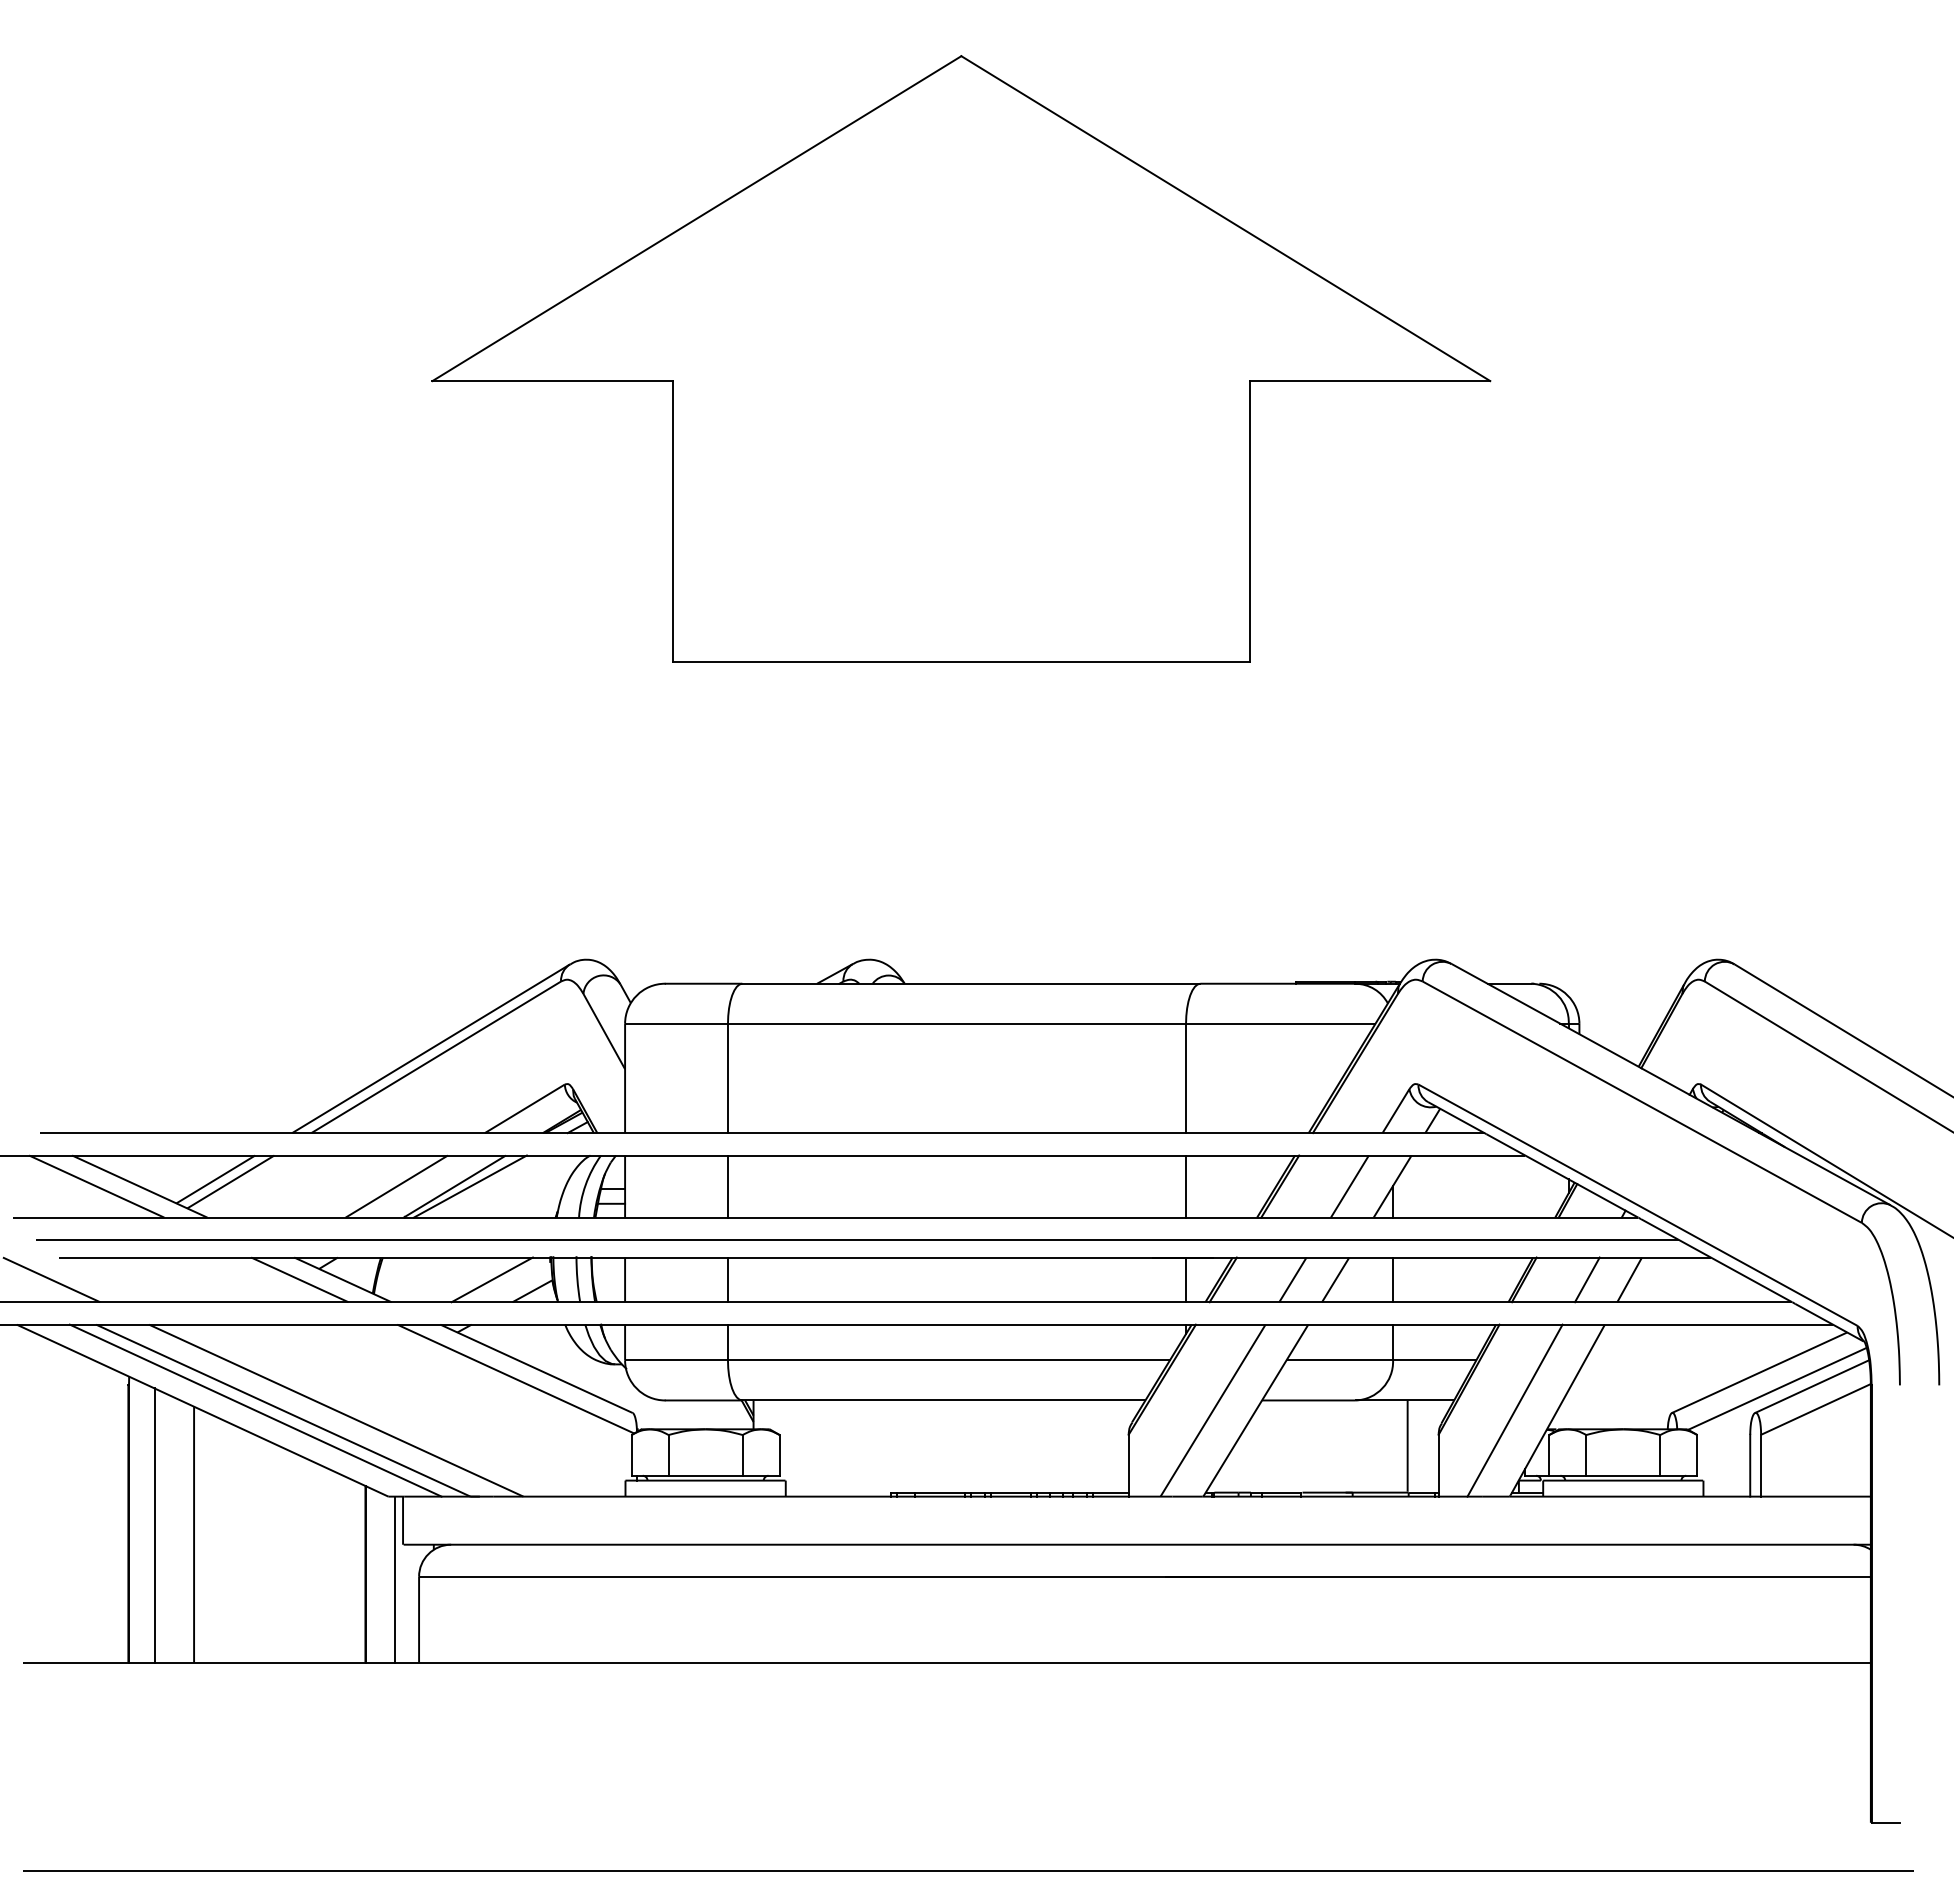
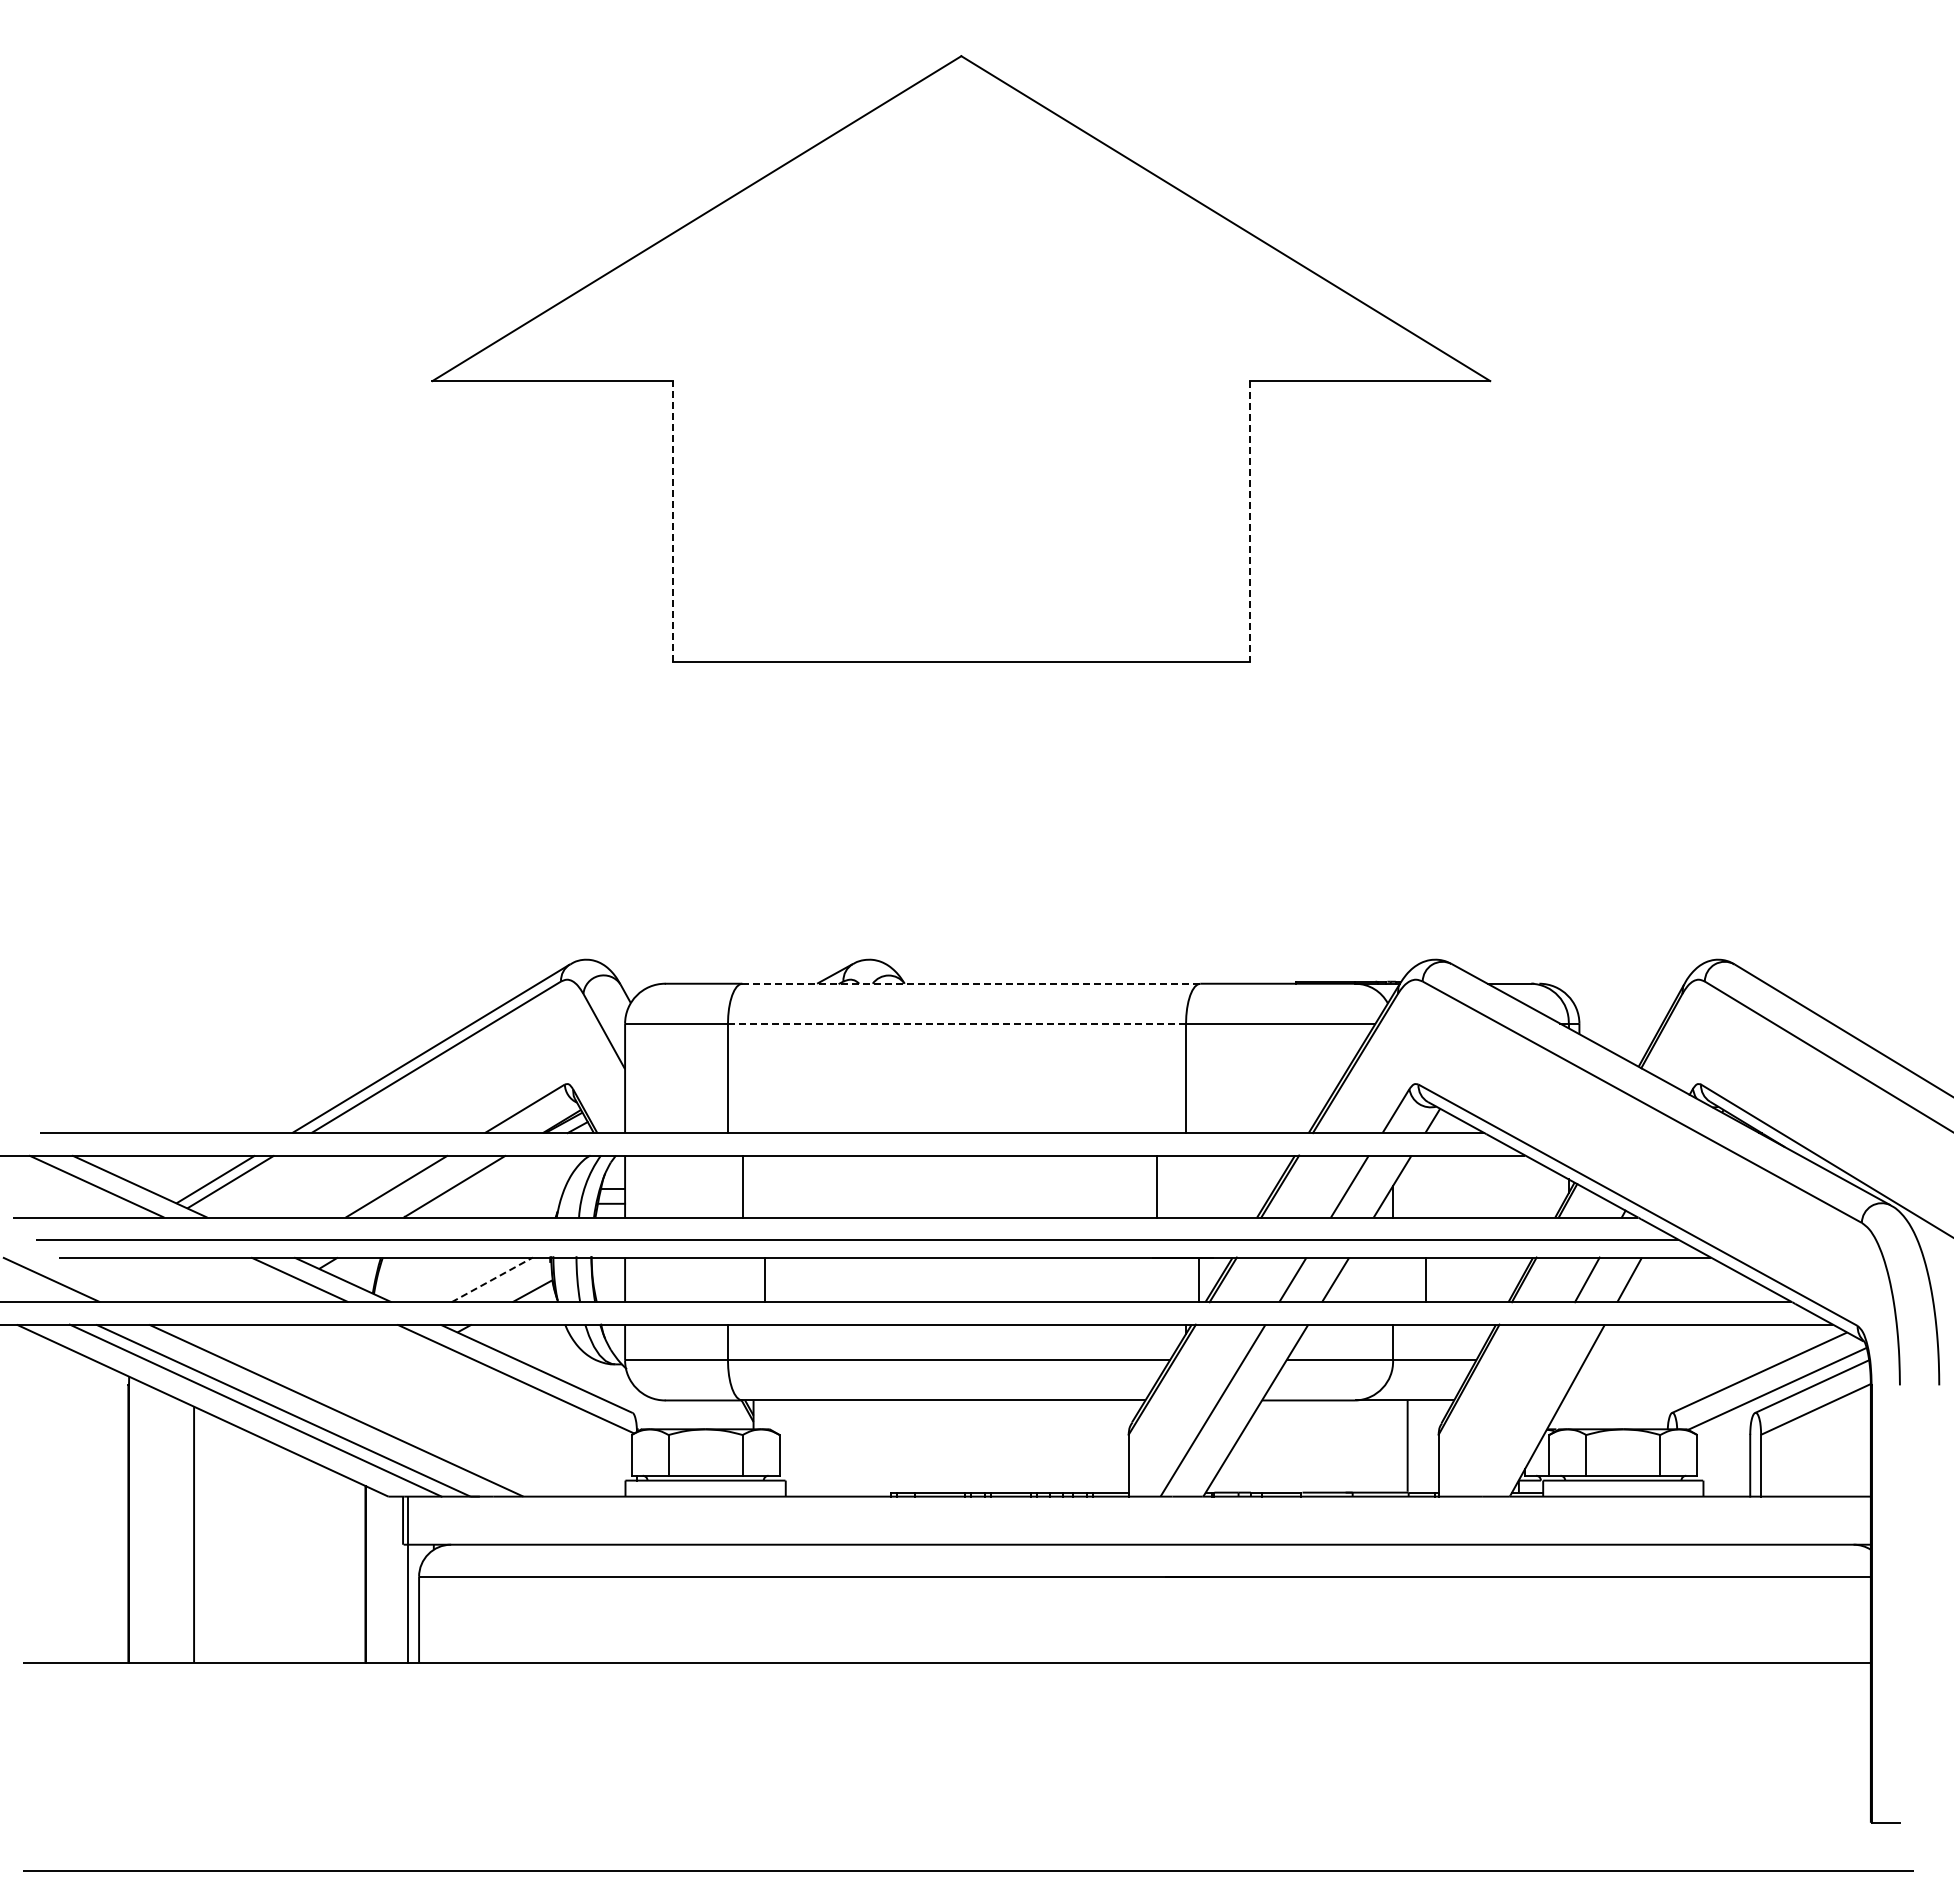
line at (672, 521): solid -> dashed
line at (1249, 522): solid -> dashed
line at (970, 983): solid -> dashed
line at (956, 1023): solid -> dashed
line at (469, 1186): present -> none
line at (727, 1186) position: (727, 1186) -> (742, 1186)
line at (1186, 1186) position: (1186, 1186) -> (1157, 1186)
line at (492, 1279): solid -> dashed
line at (727, 1279) position: (727, 1279) -> (764, 1279)
line at (1186, 1279) position: (1186, 1279) -> (1199, 1279)
line at (1393, 1279) position: (1393, 1279) -> (1426, 1279)
line at (1514, 1410): present -> none
line at (154, 1525): present -> none
line at (394, 1579) position: (394, 1579) -> (407, 1579)
